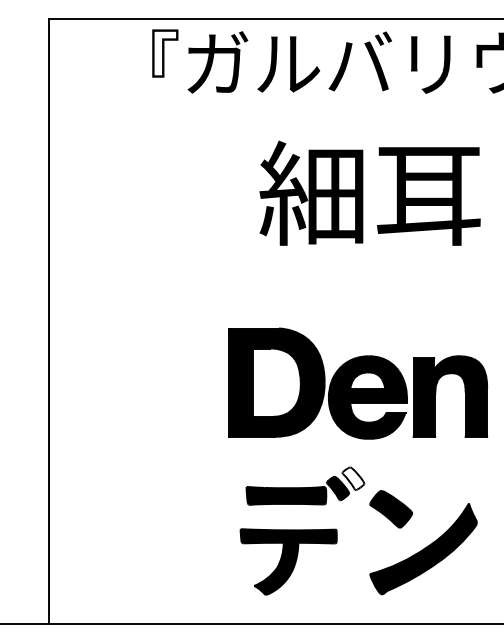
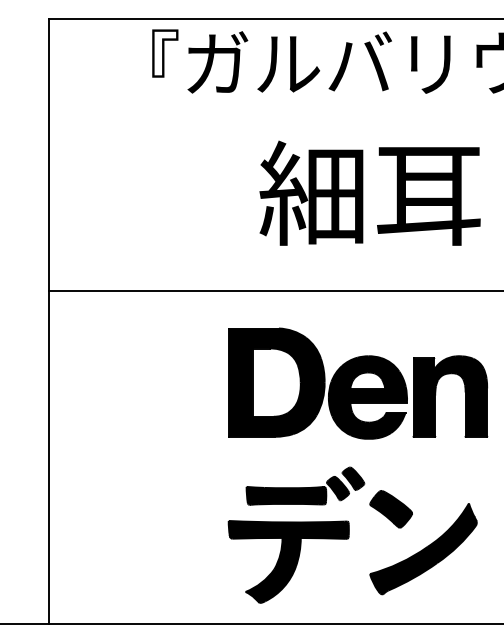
line at (274, 291): none -> present
fill at (353, 478): none -> present
part at (288, 561) size: 99x68 px -> 123x84 px
